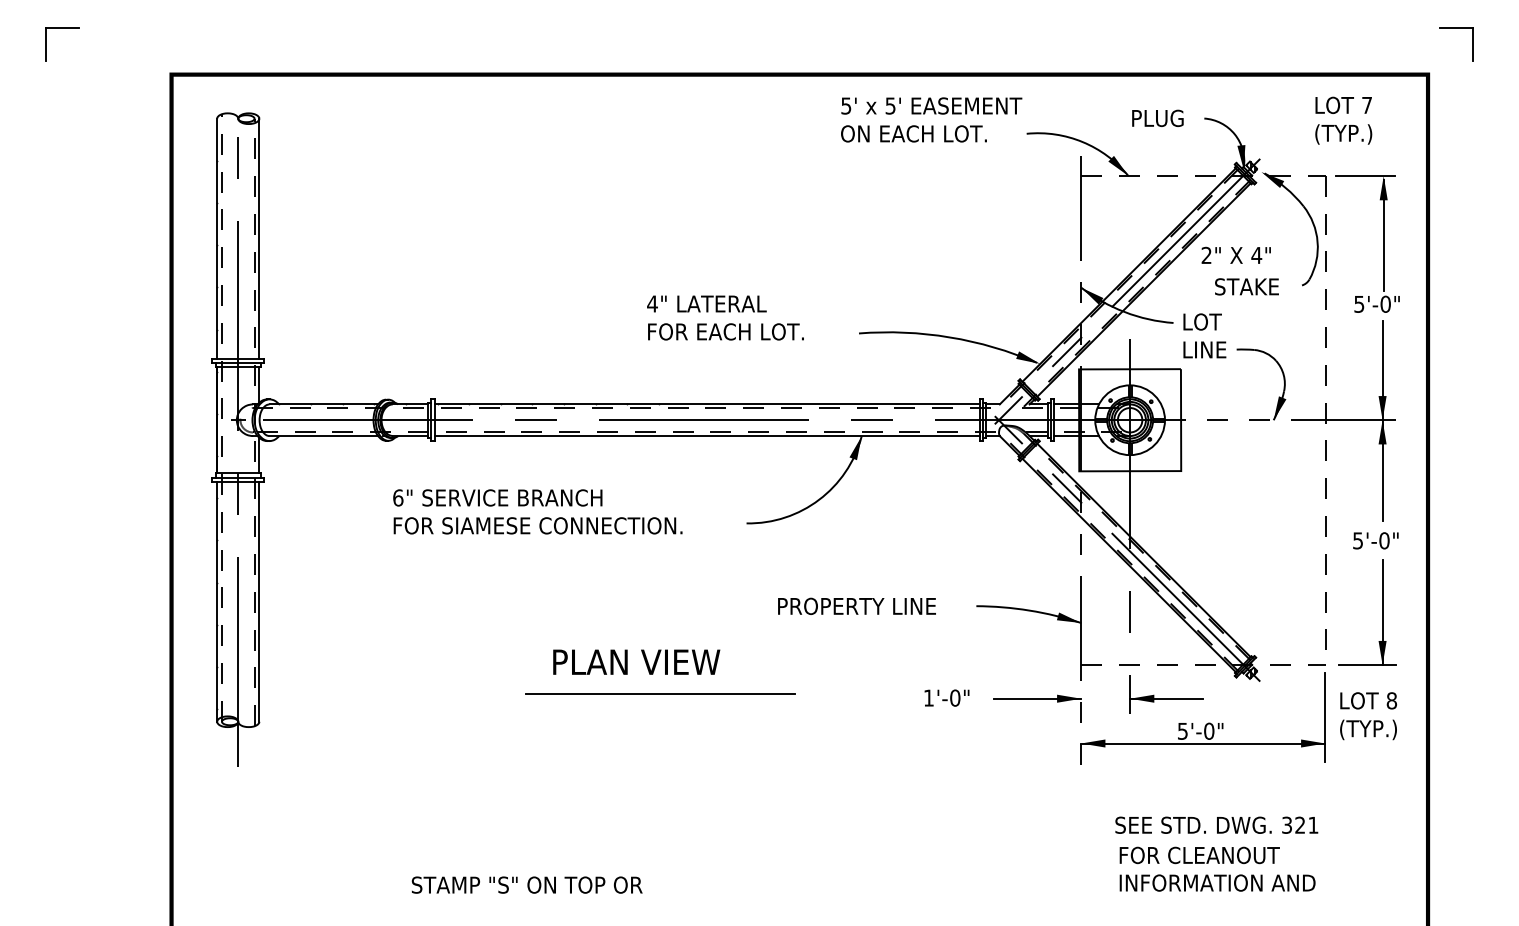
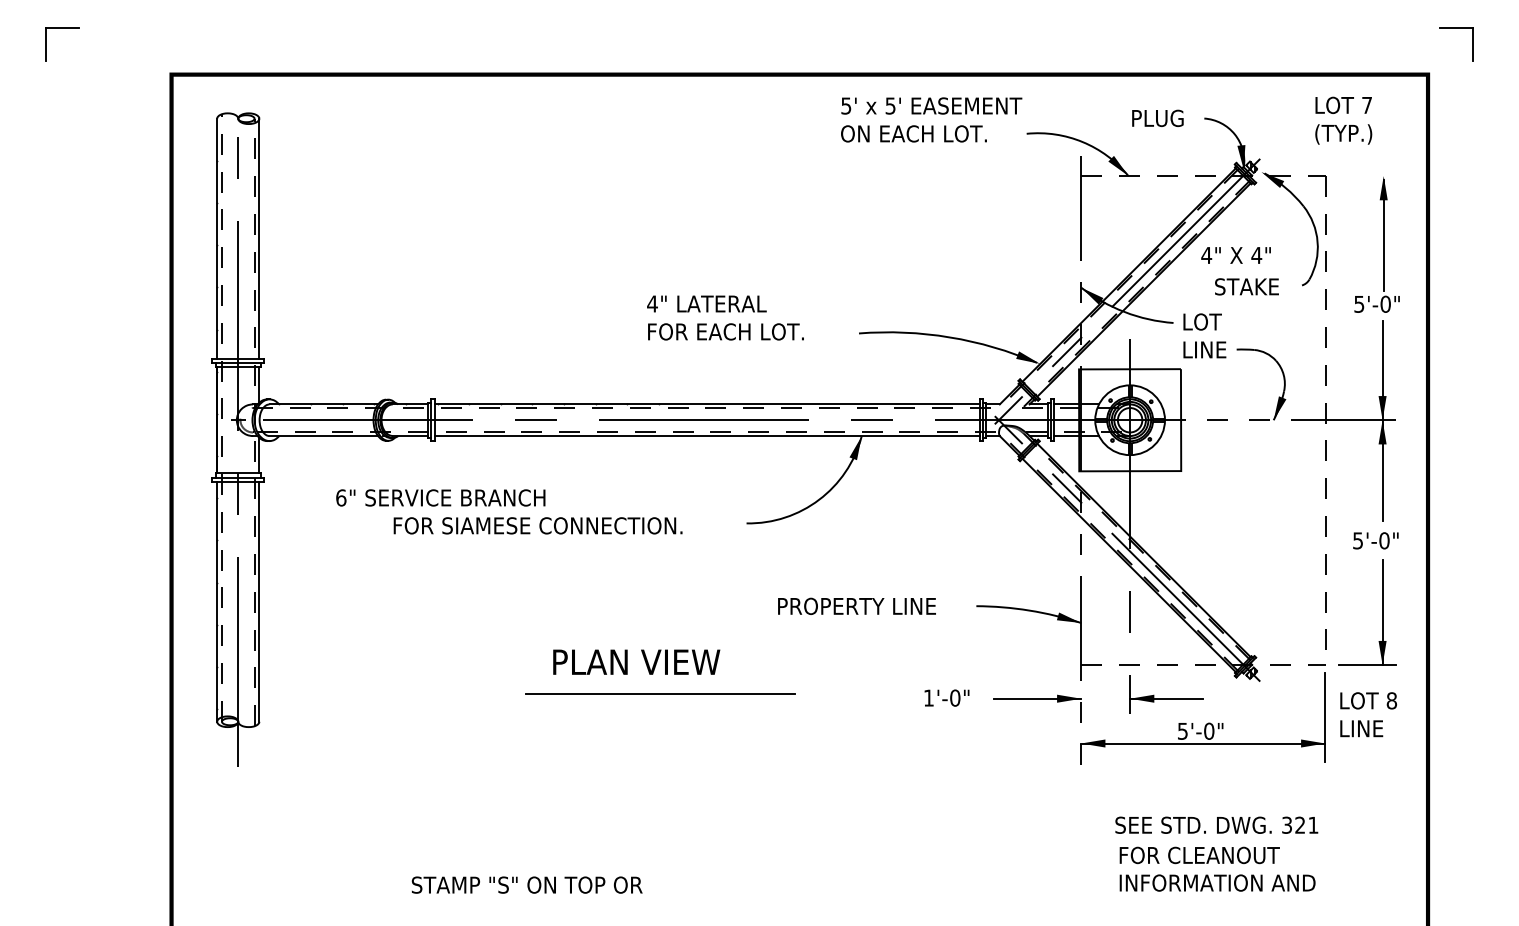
line at (1365, 176): present -> none
text at (1206, 254): 2" -> 4"
text at (497, 497) position: (497, 497) -> (440, 497)
text at (1368, 729): (TYP.) -> LINE
